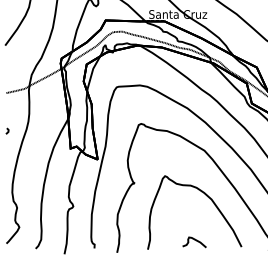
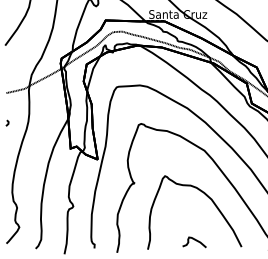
line at (7, 130) position: (7, 130) -> (7, 122)
